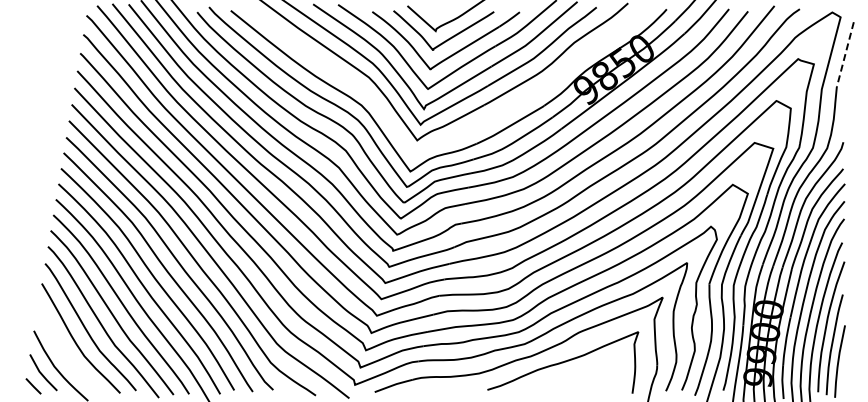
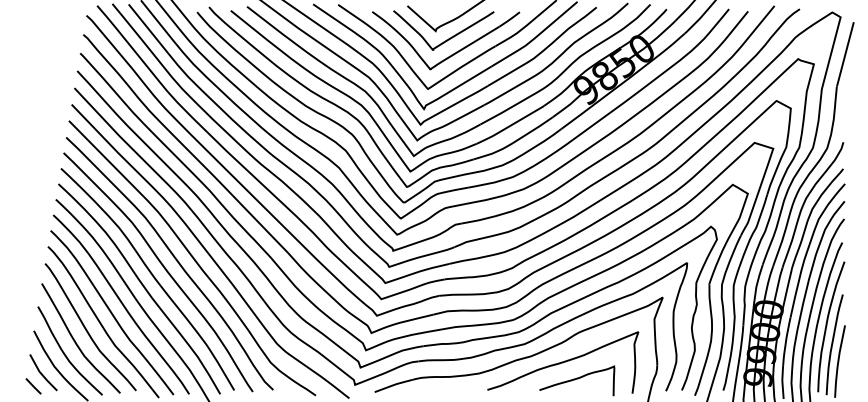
line at (845, 54): dashed -> solid
part at (472, 127): none -> present
curve at (65, 353): none -> present
curve at (577, 379): none -> present
